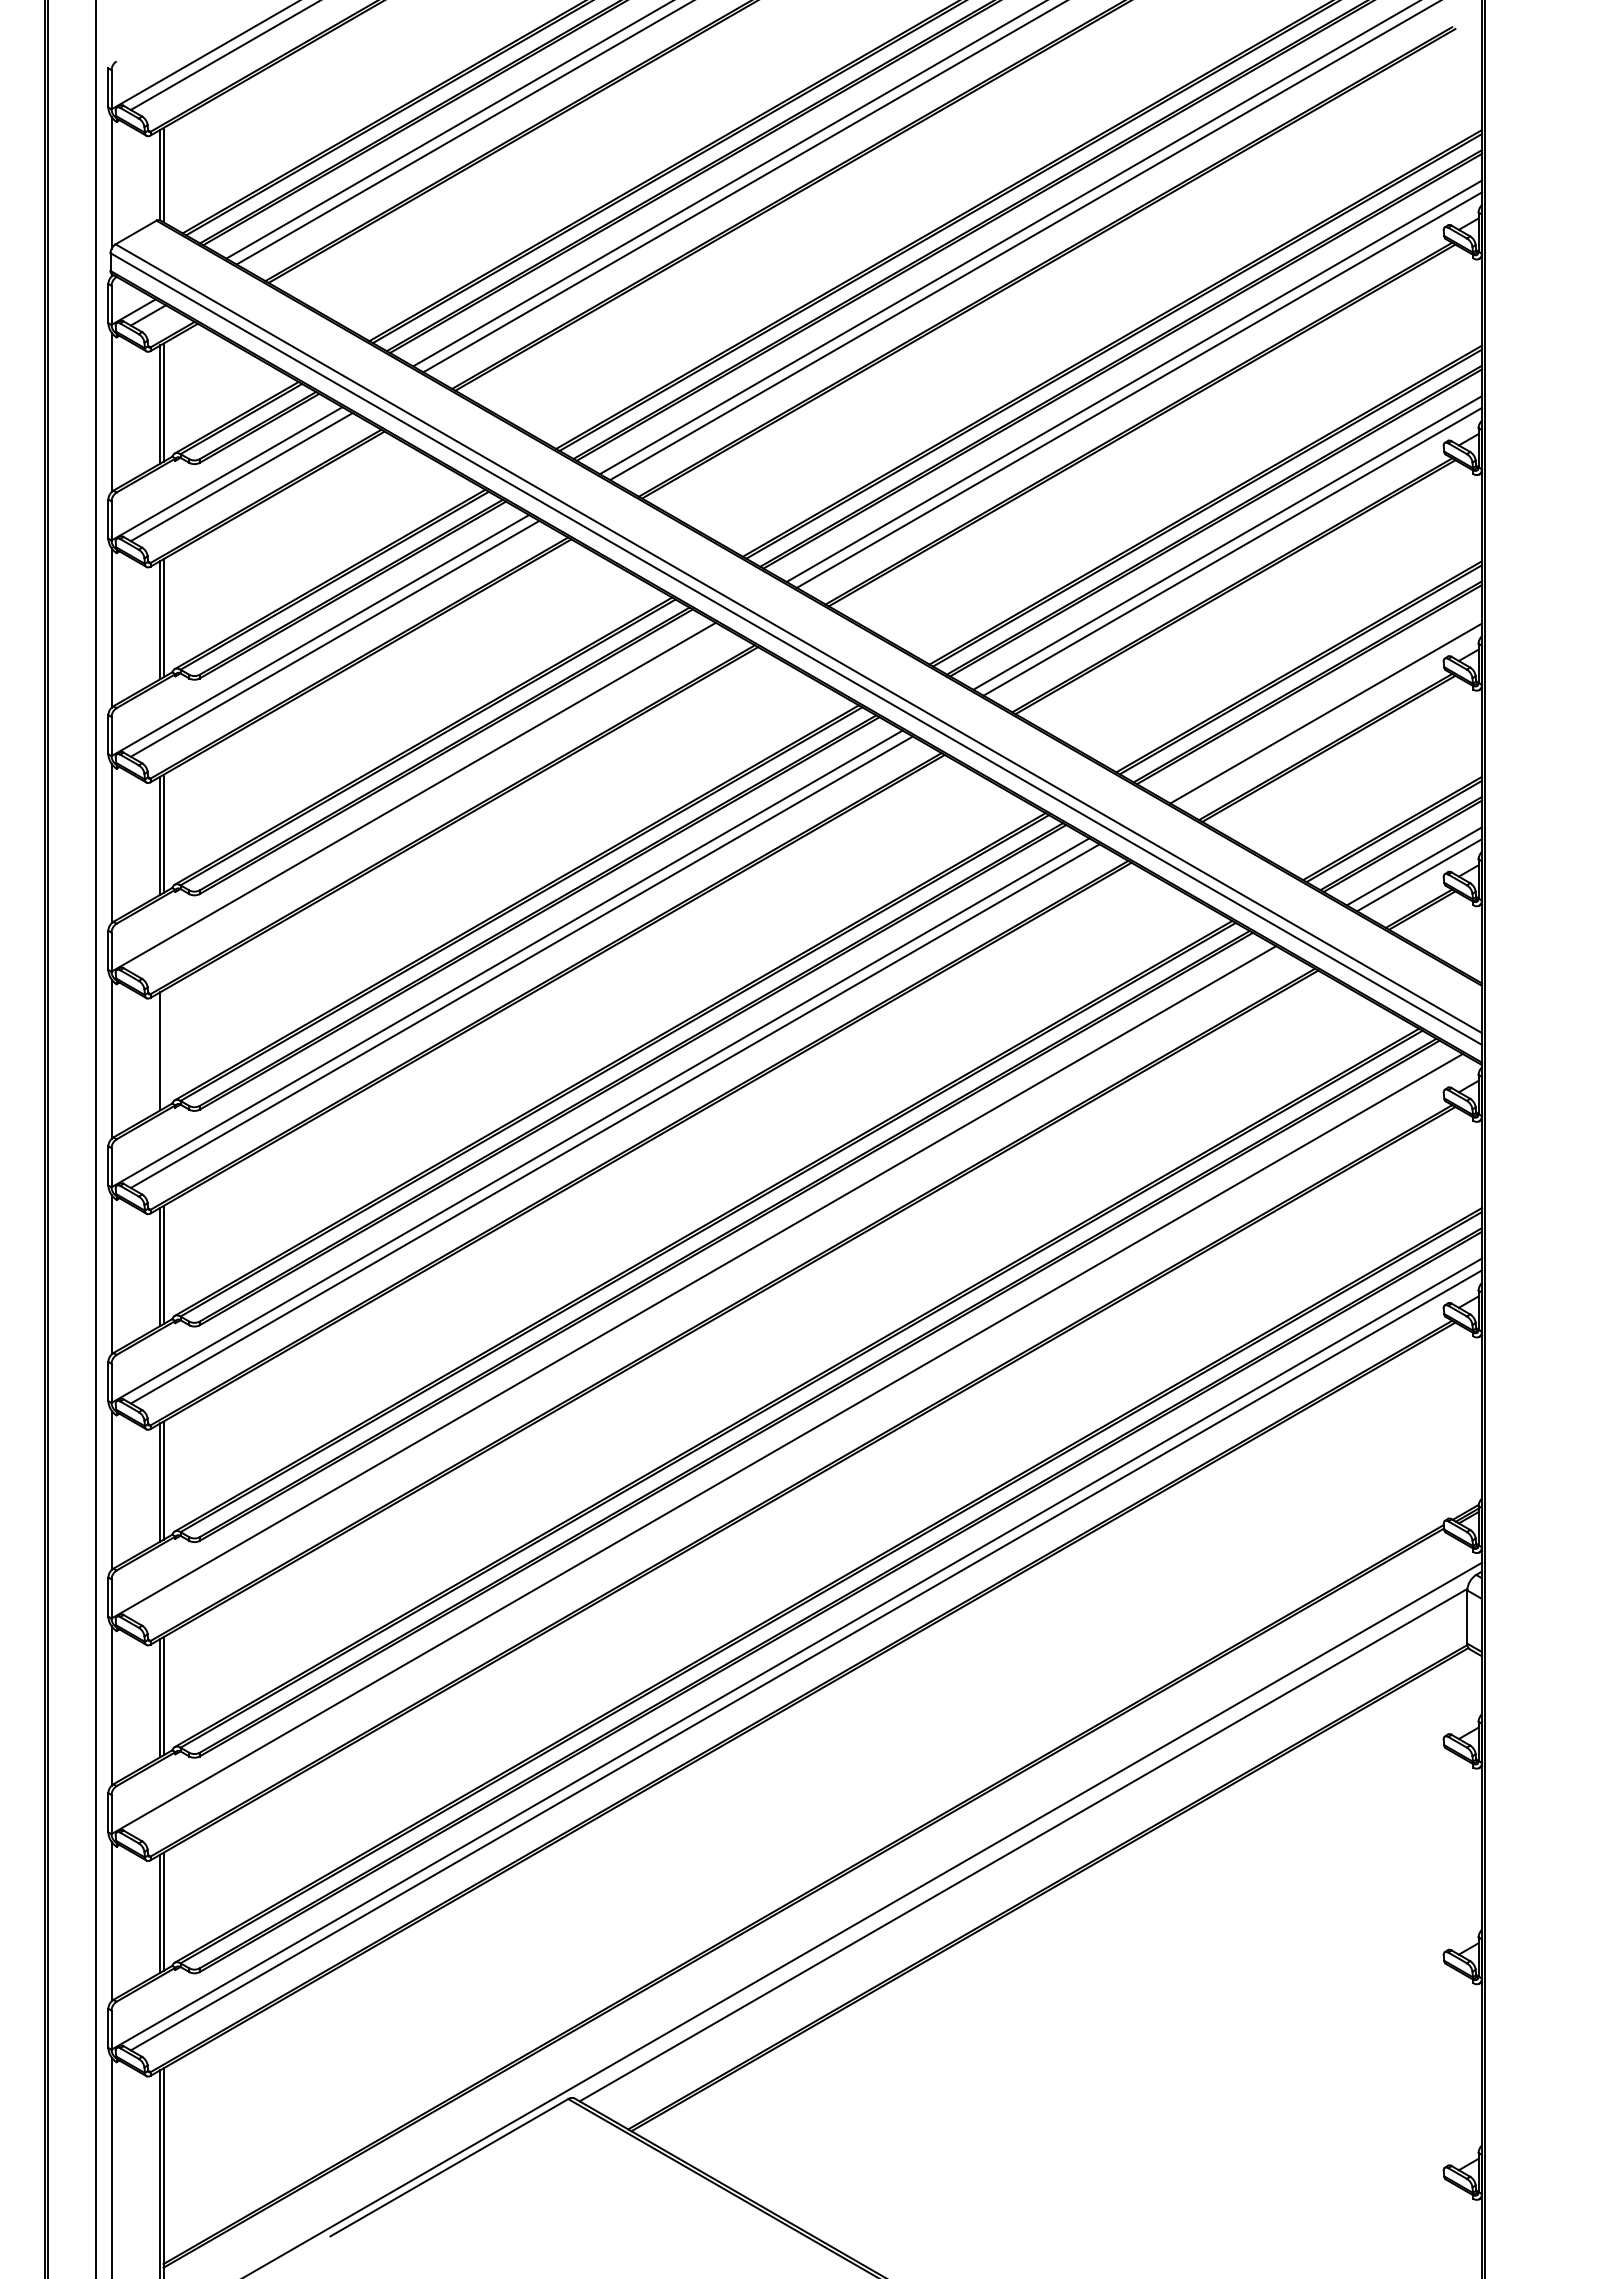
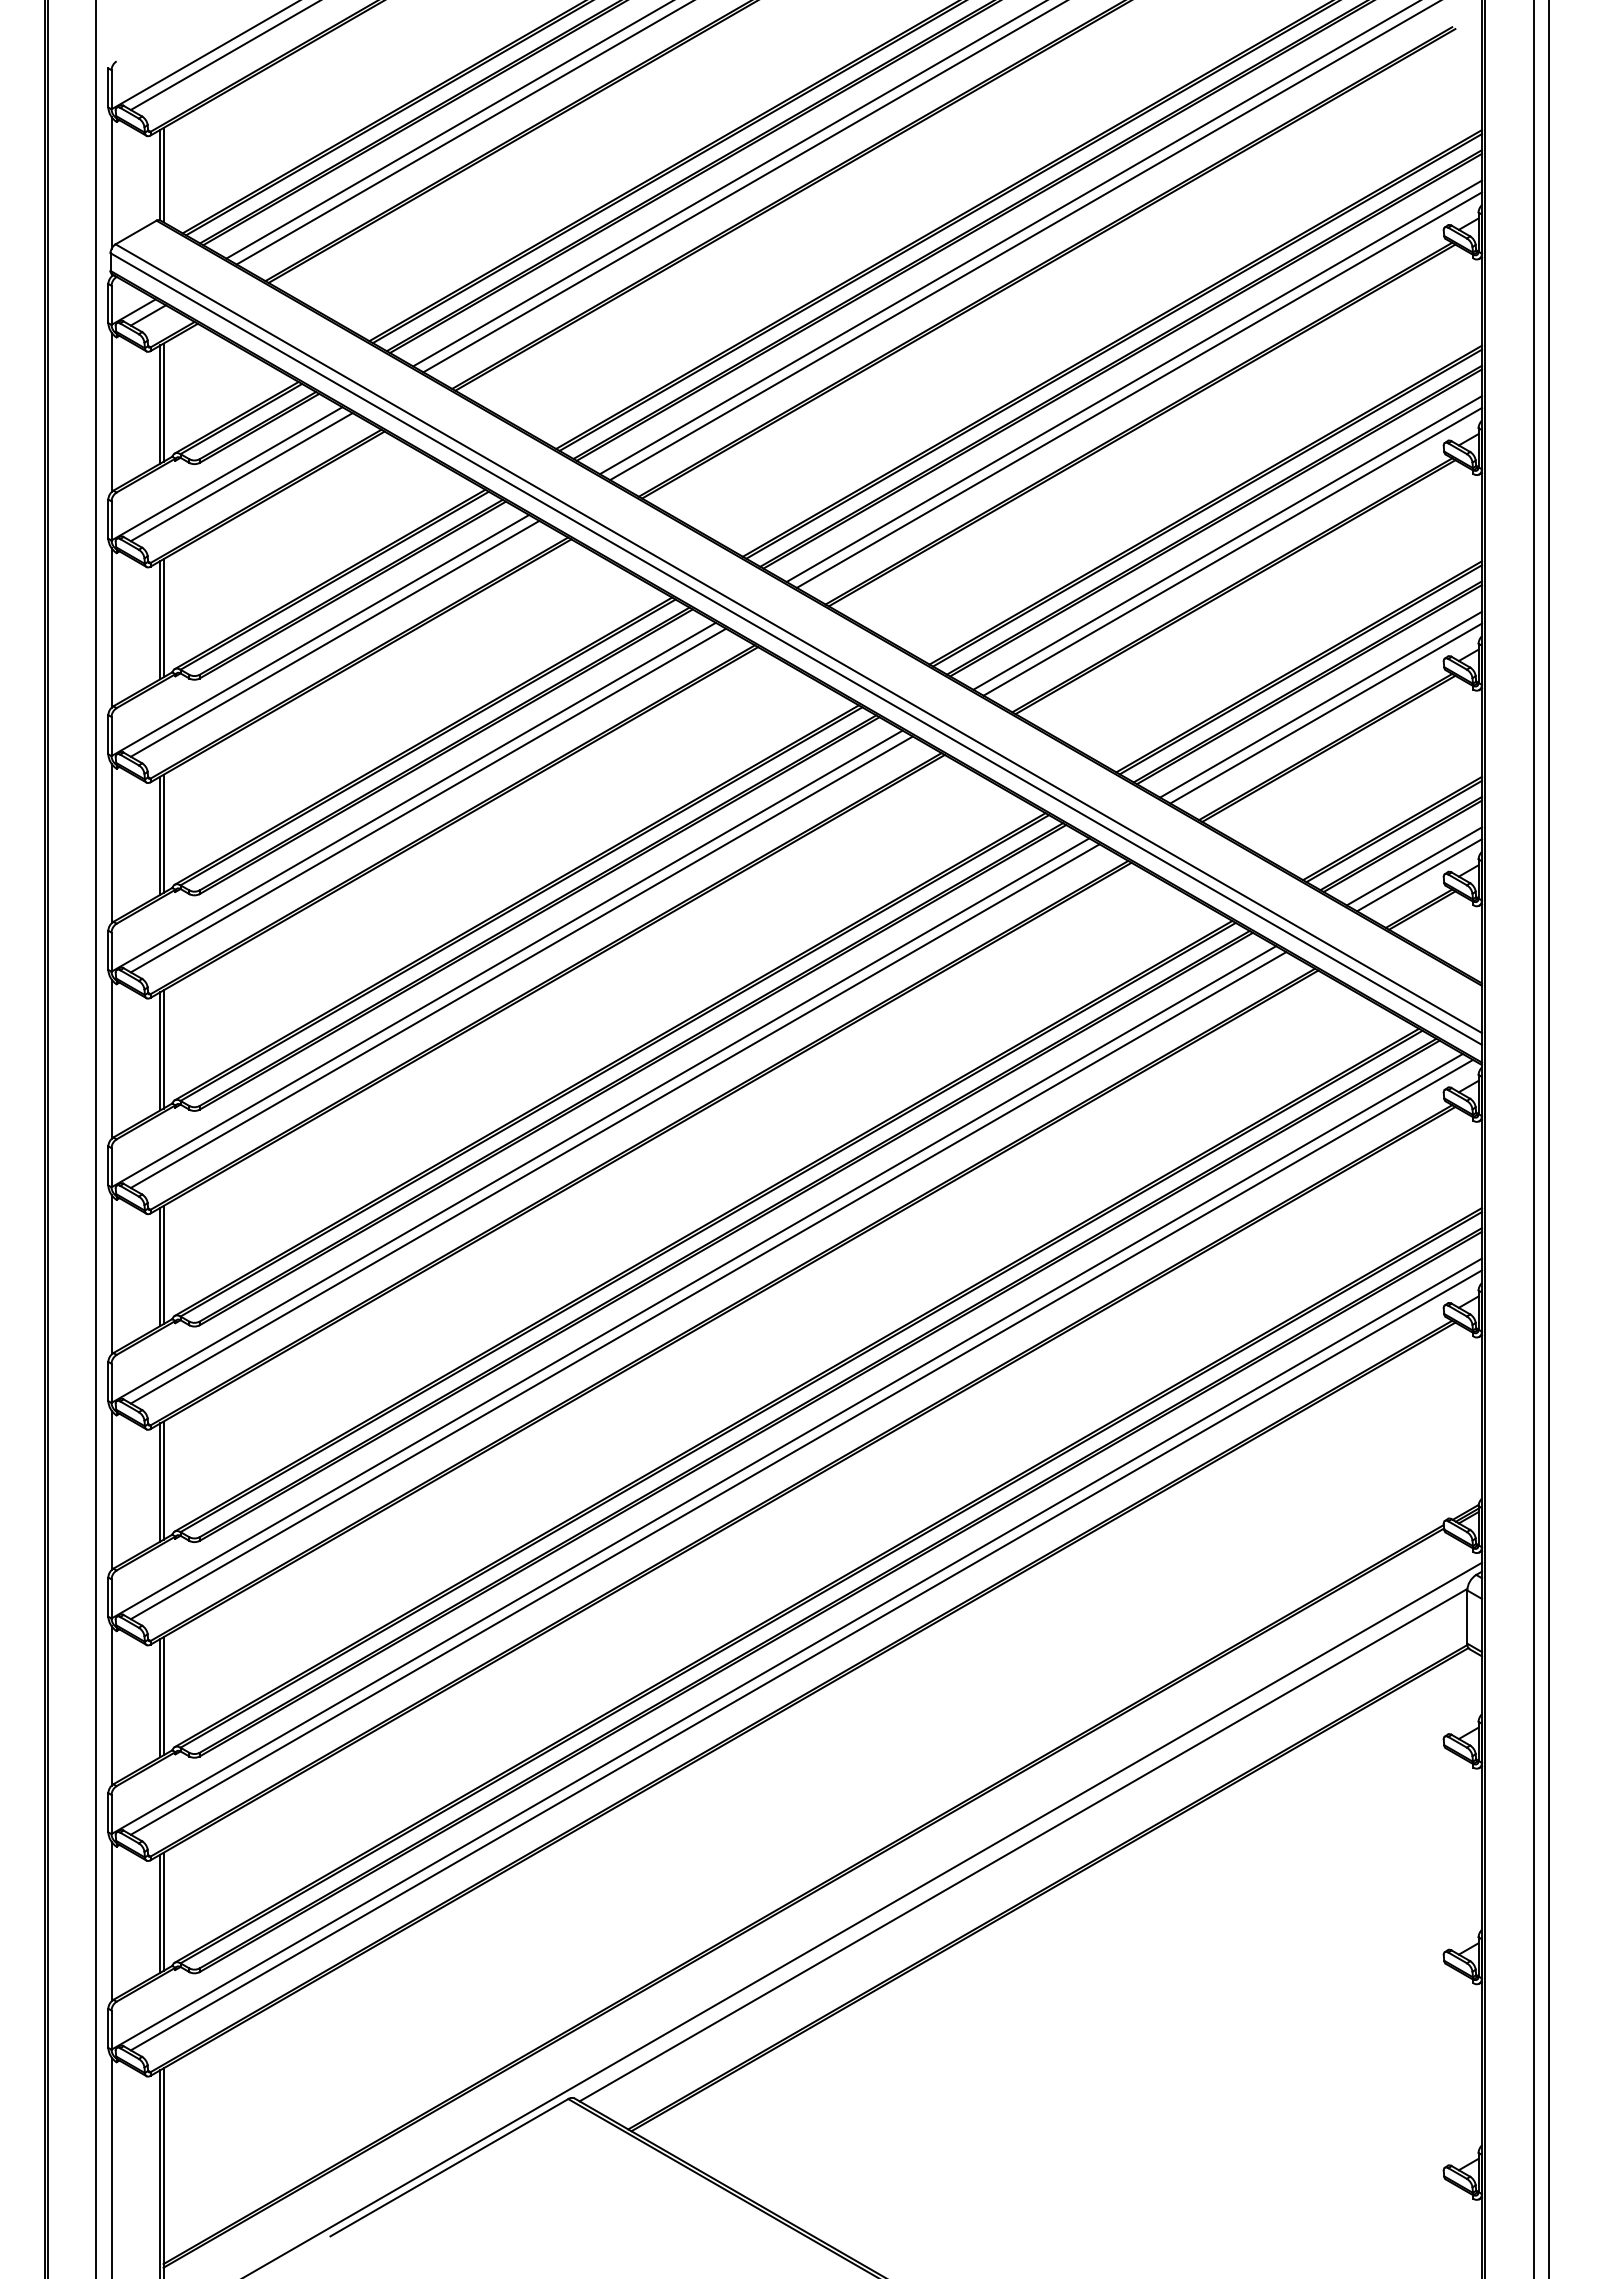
line at (1321, 704): none -> present
line at (428, 800): none -> present
line at (163, 1049): none -> present
line at (1533, 1138): none -> present
line at (1549, 1138): none -> present
line at (708, 1285): none -> present
line at (801, 1446): none -> present
